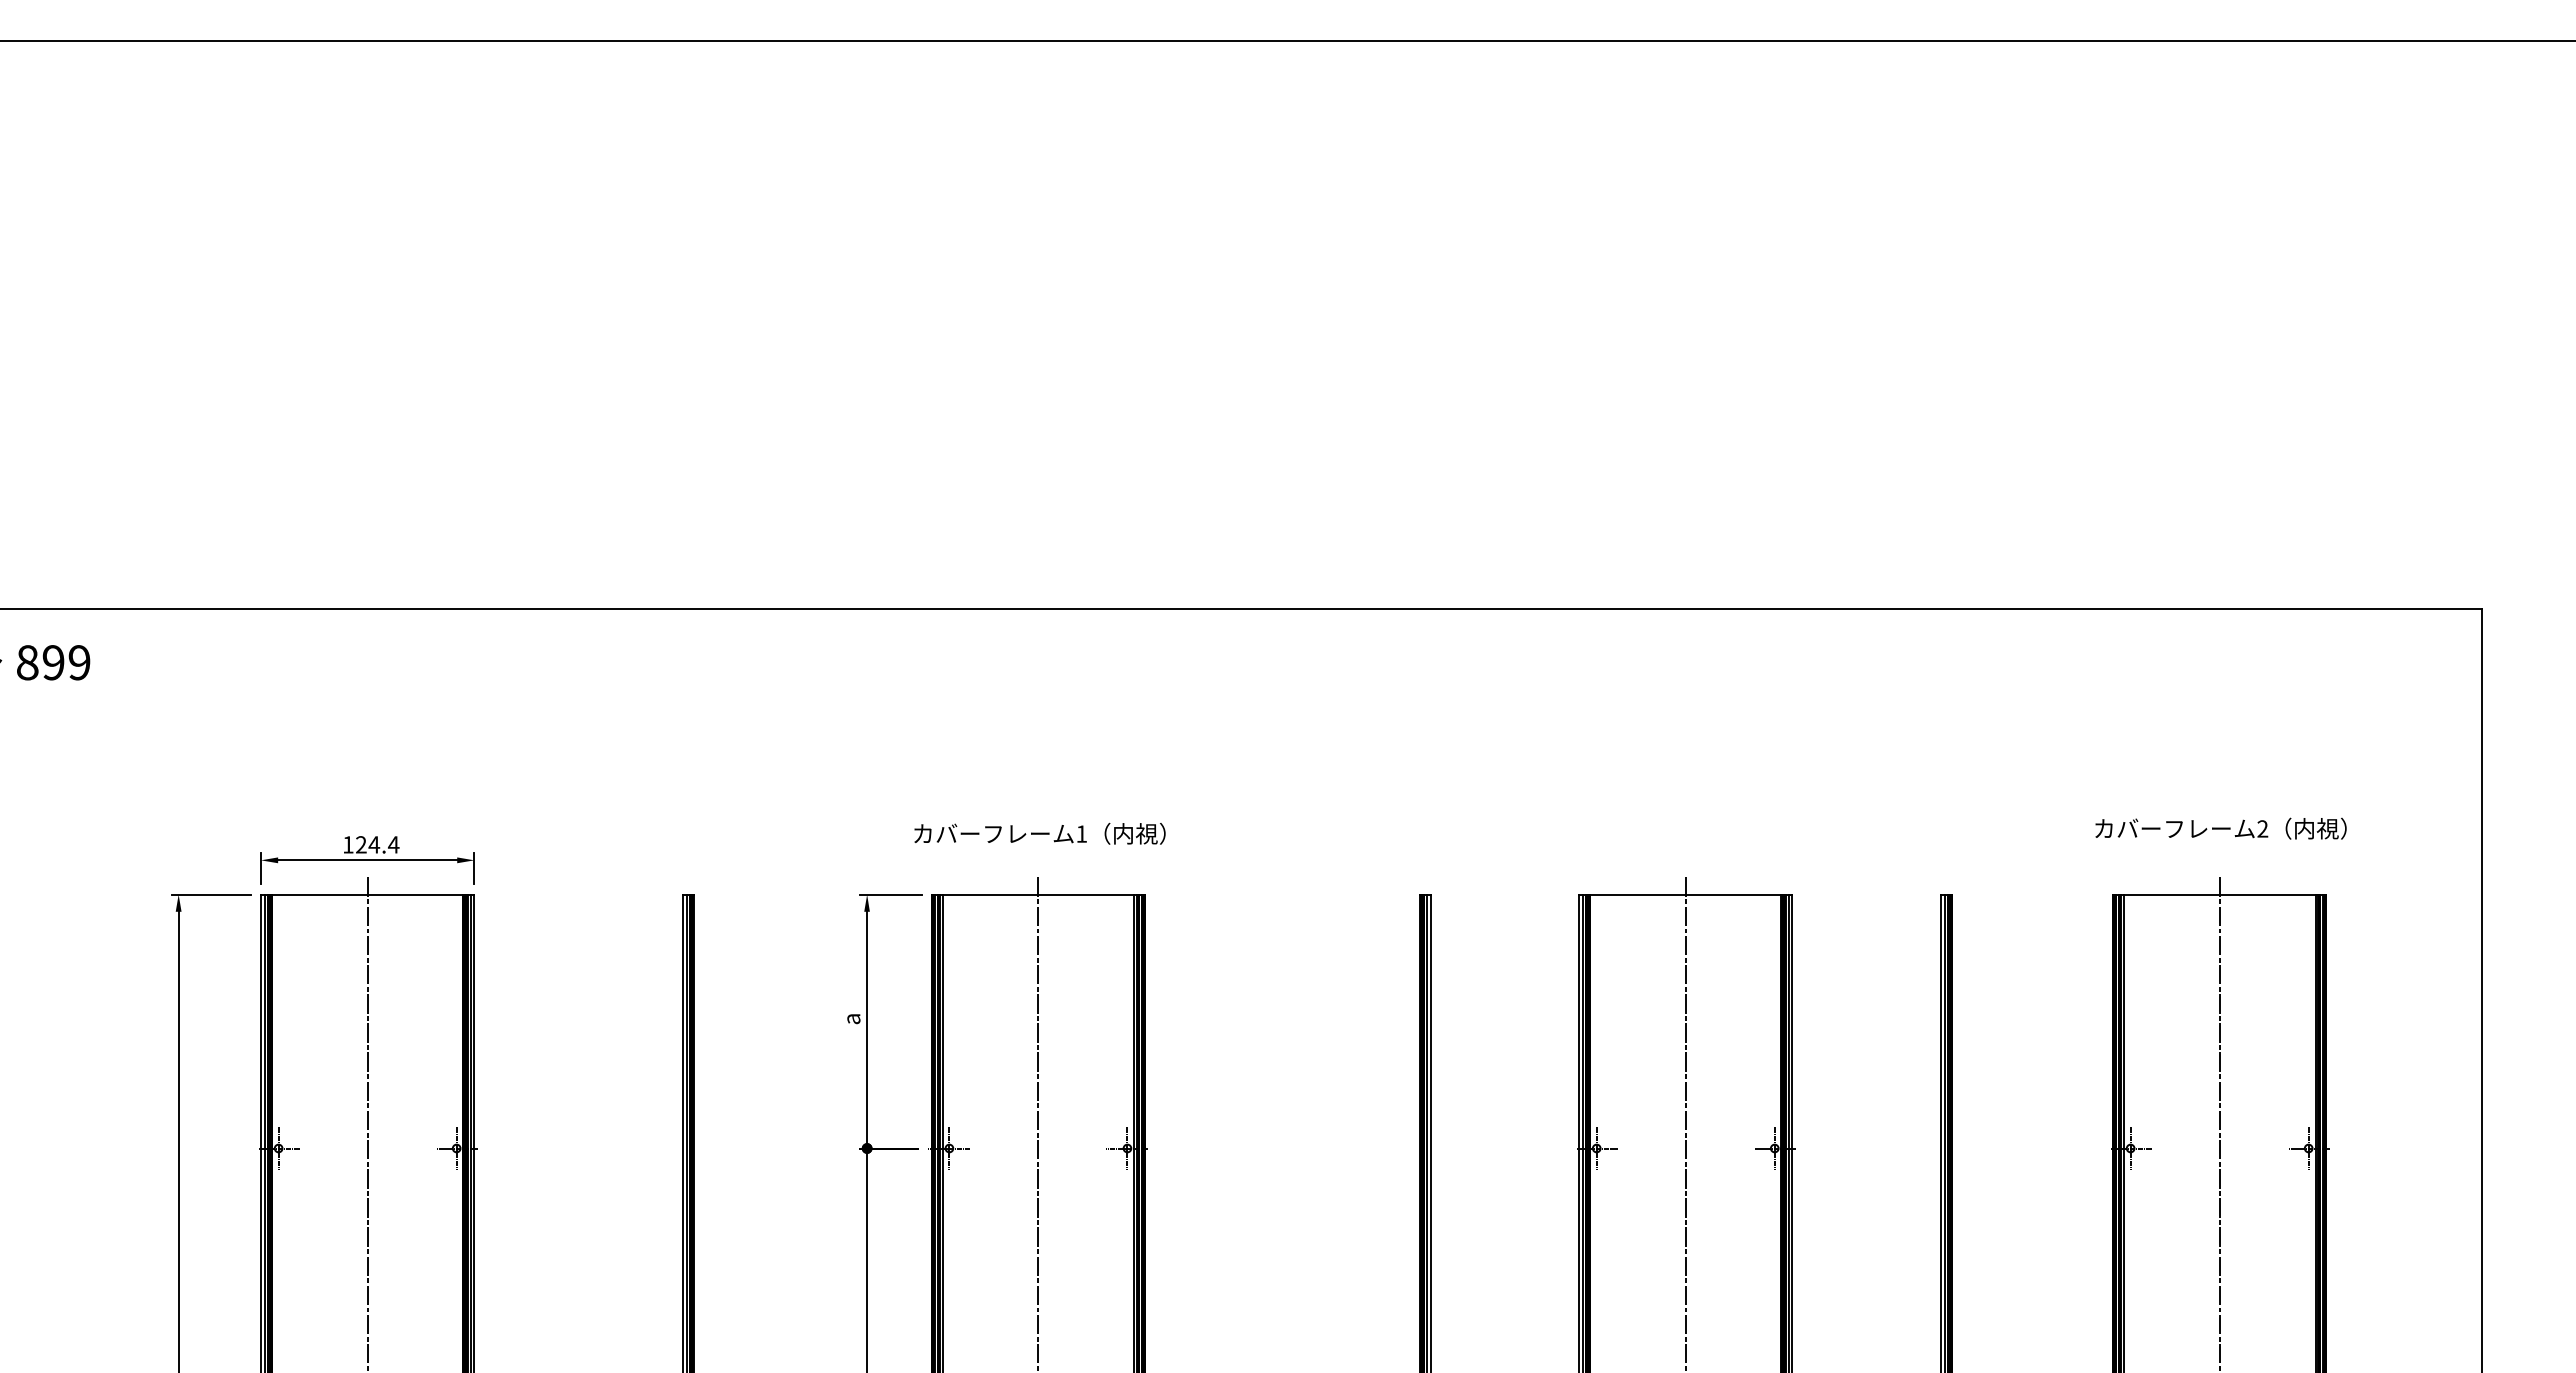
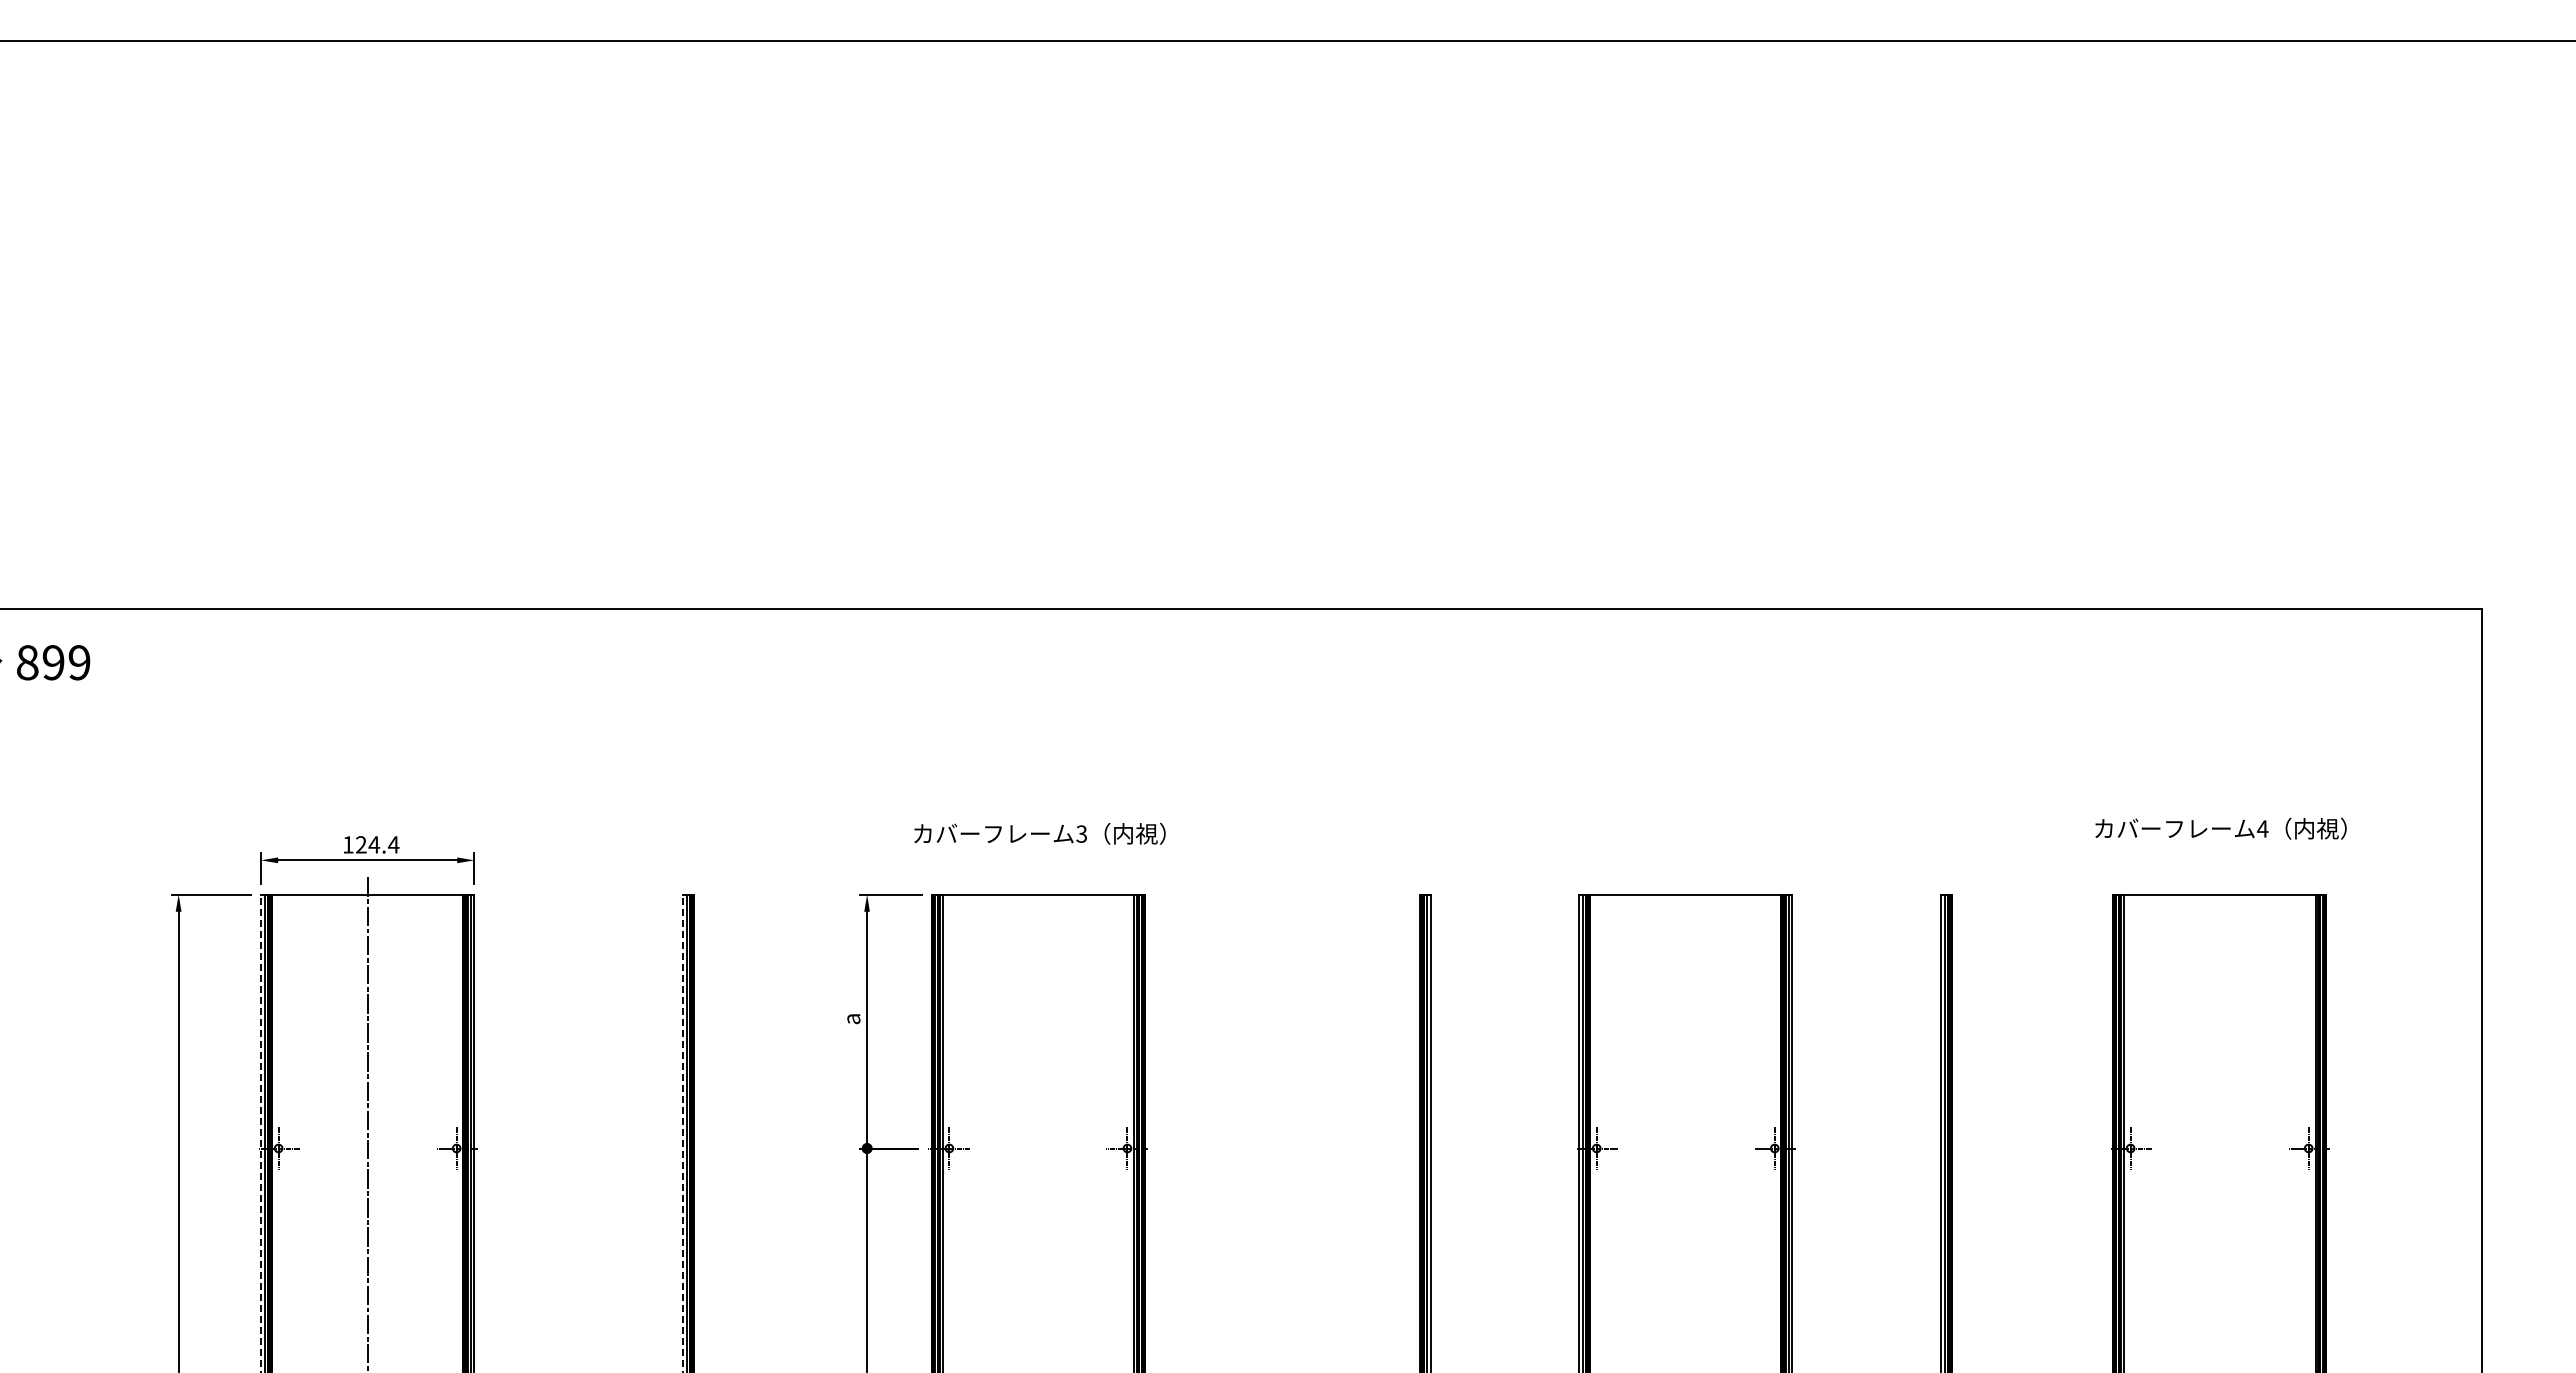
text at (2262, 828): 2 -> 4
text at (1081, 833): 1 -> 3
line at (1038, 1123): present -> none
line at (1685, 1123): present -> none
line at (2219, 1123): present -> none
line at (260, 1133): solid -> dashed
line at (682, 1133): solid -> dashed
